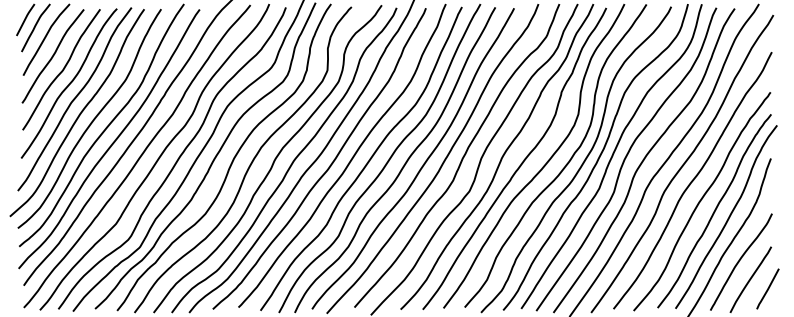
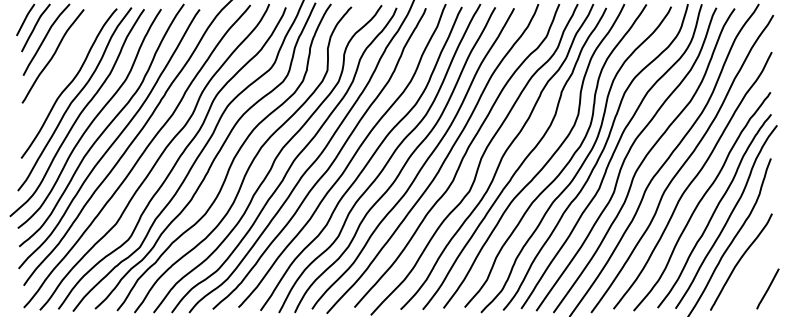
curve at (62, 69): present -> none
curve at (750, 279): present -> none
